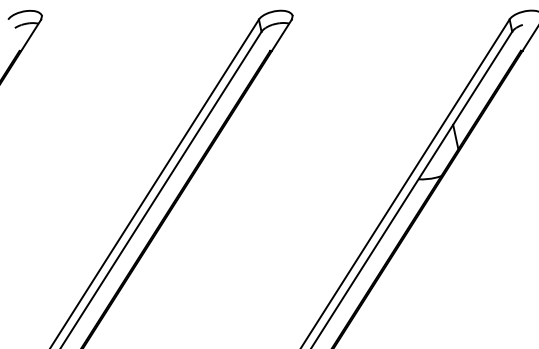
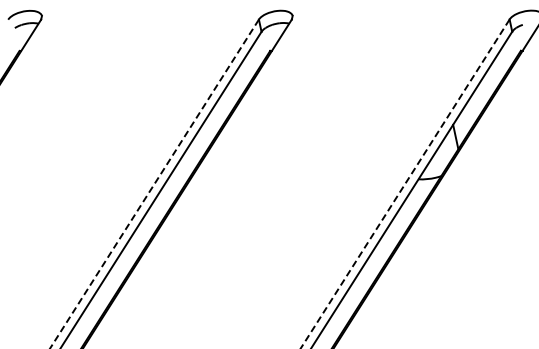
line at (154, 183): solid -> dashed
line at (405, 183): solid -> dashed
